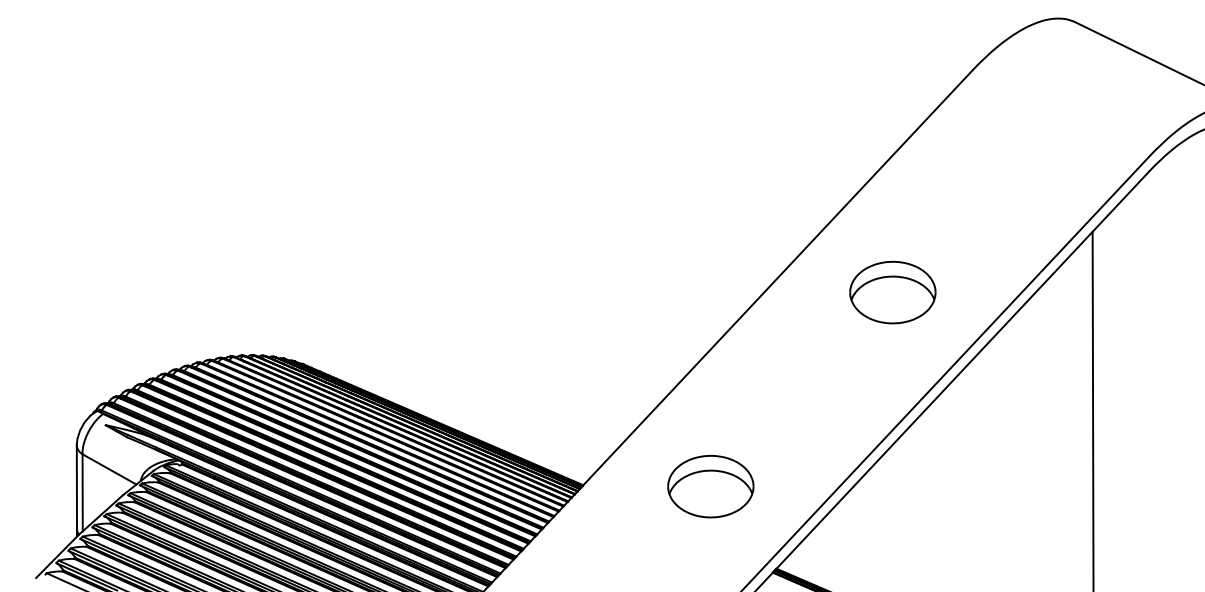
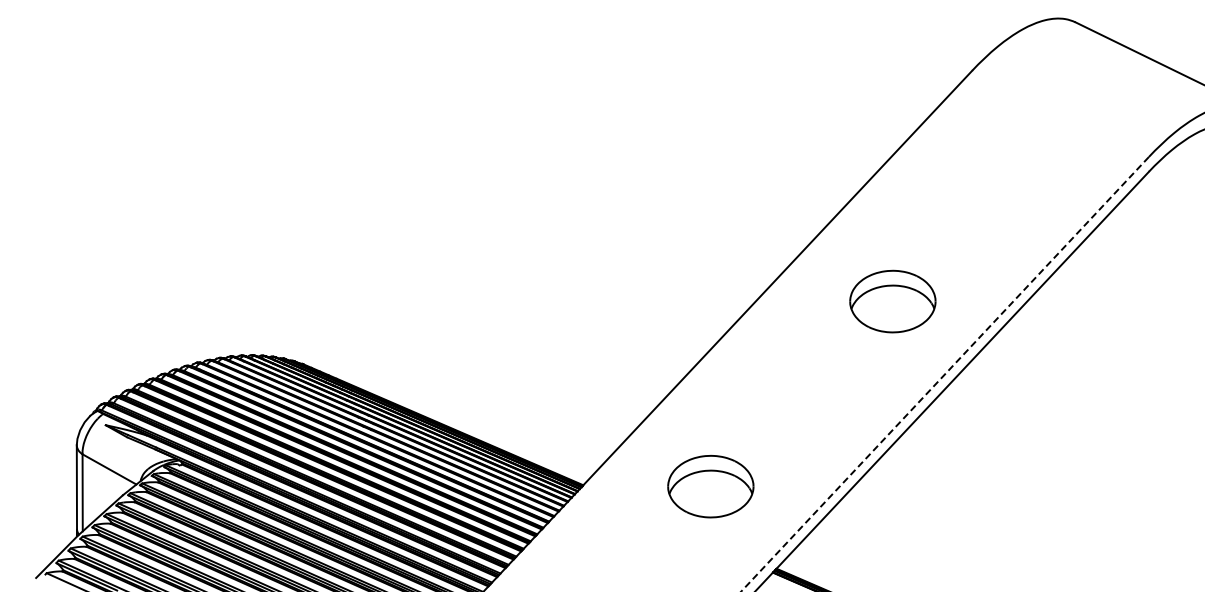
part at (892, 292) position: (892, 292) -> (892, 301)
line at (945, 374): solid -> dashed
line at (1092, 409): present -> none
